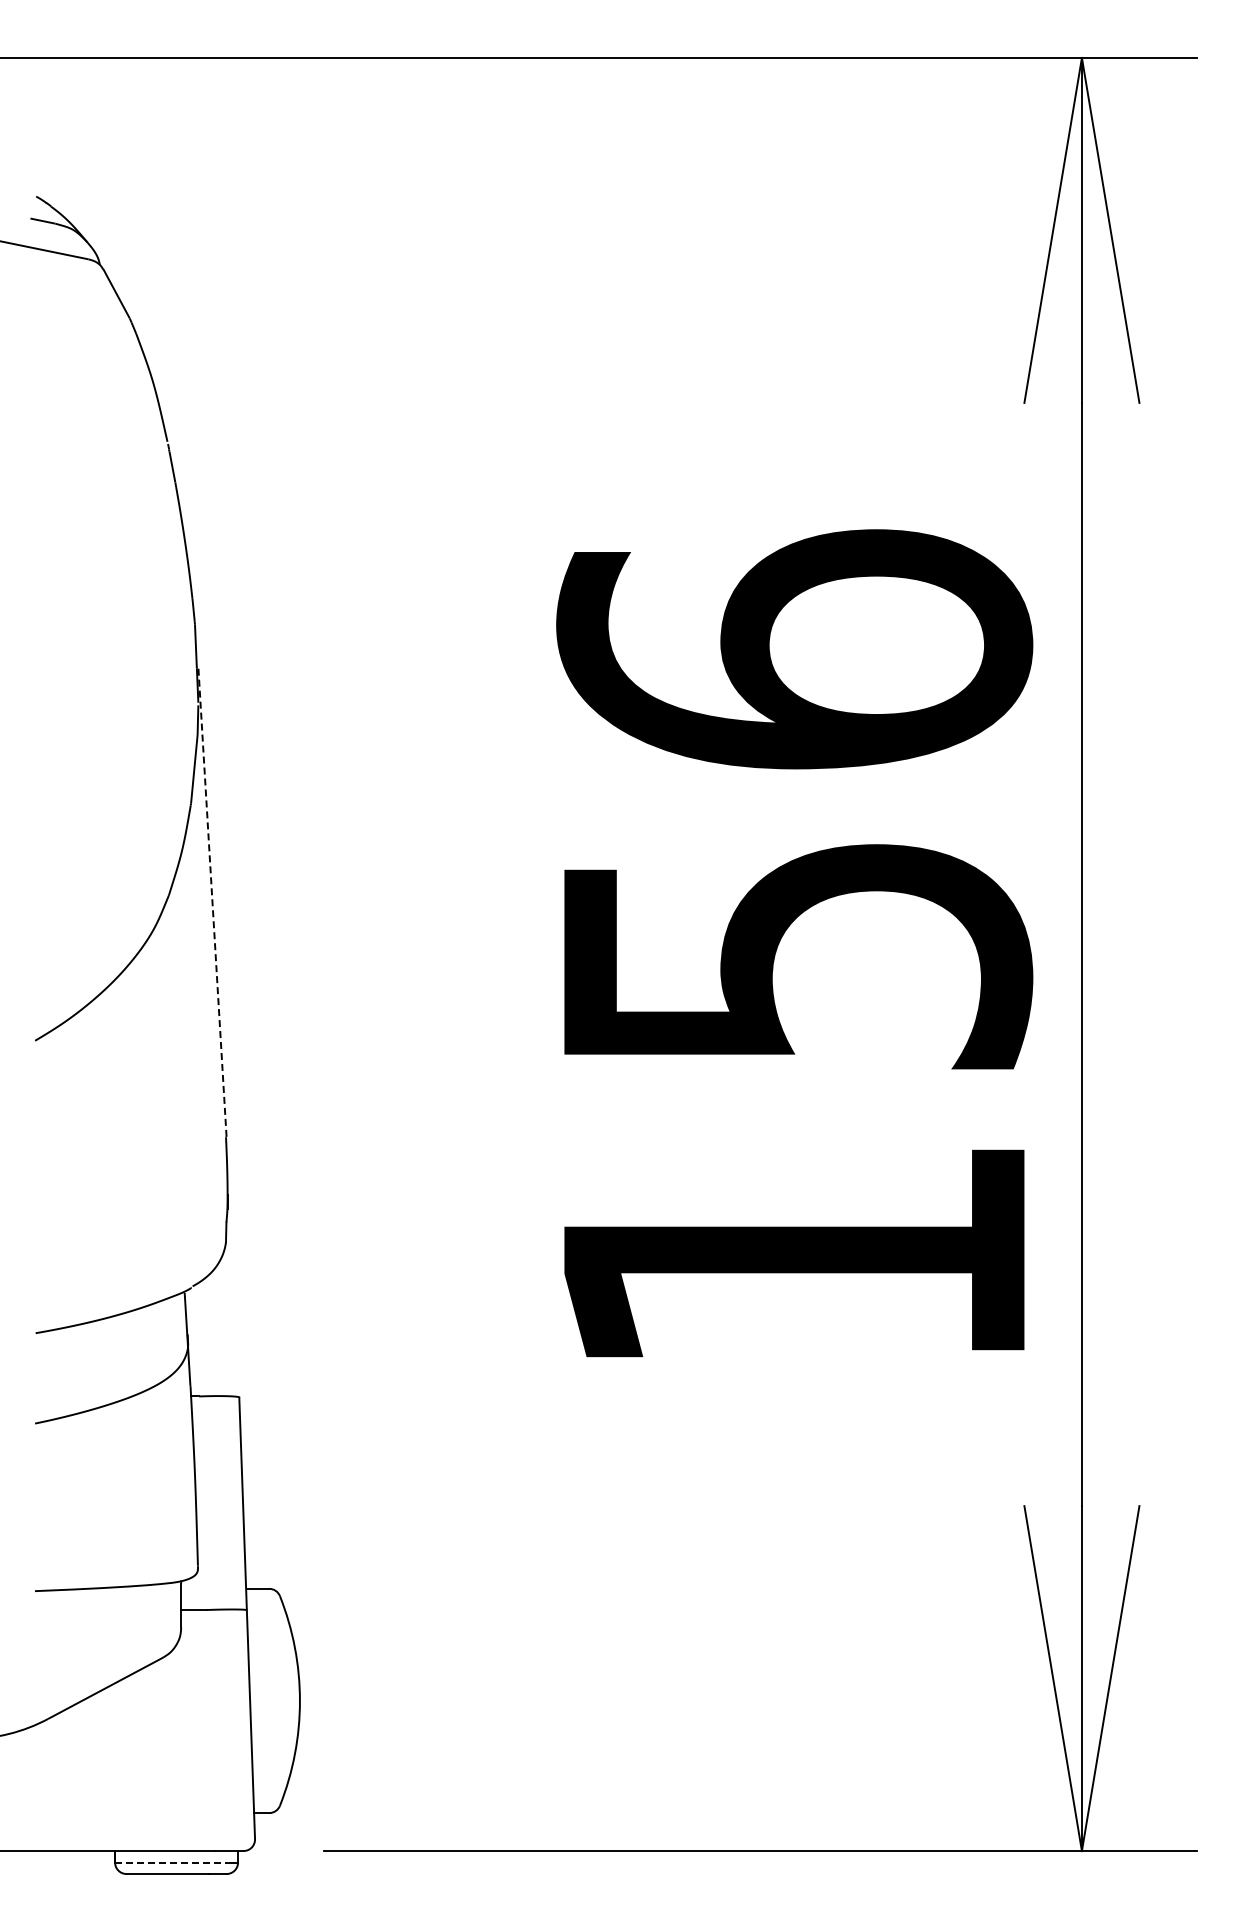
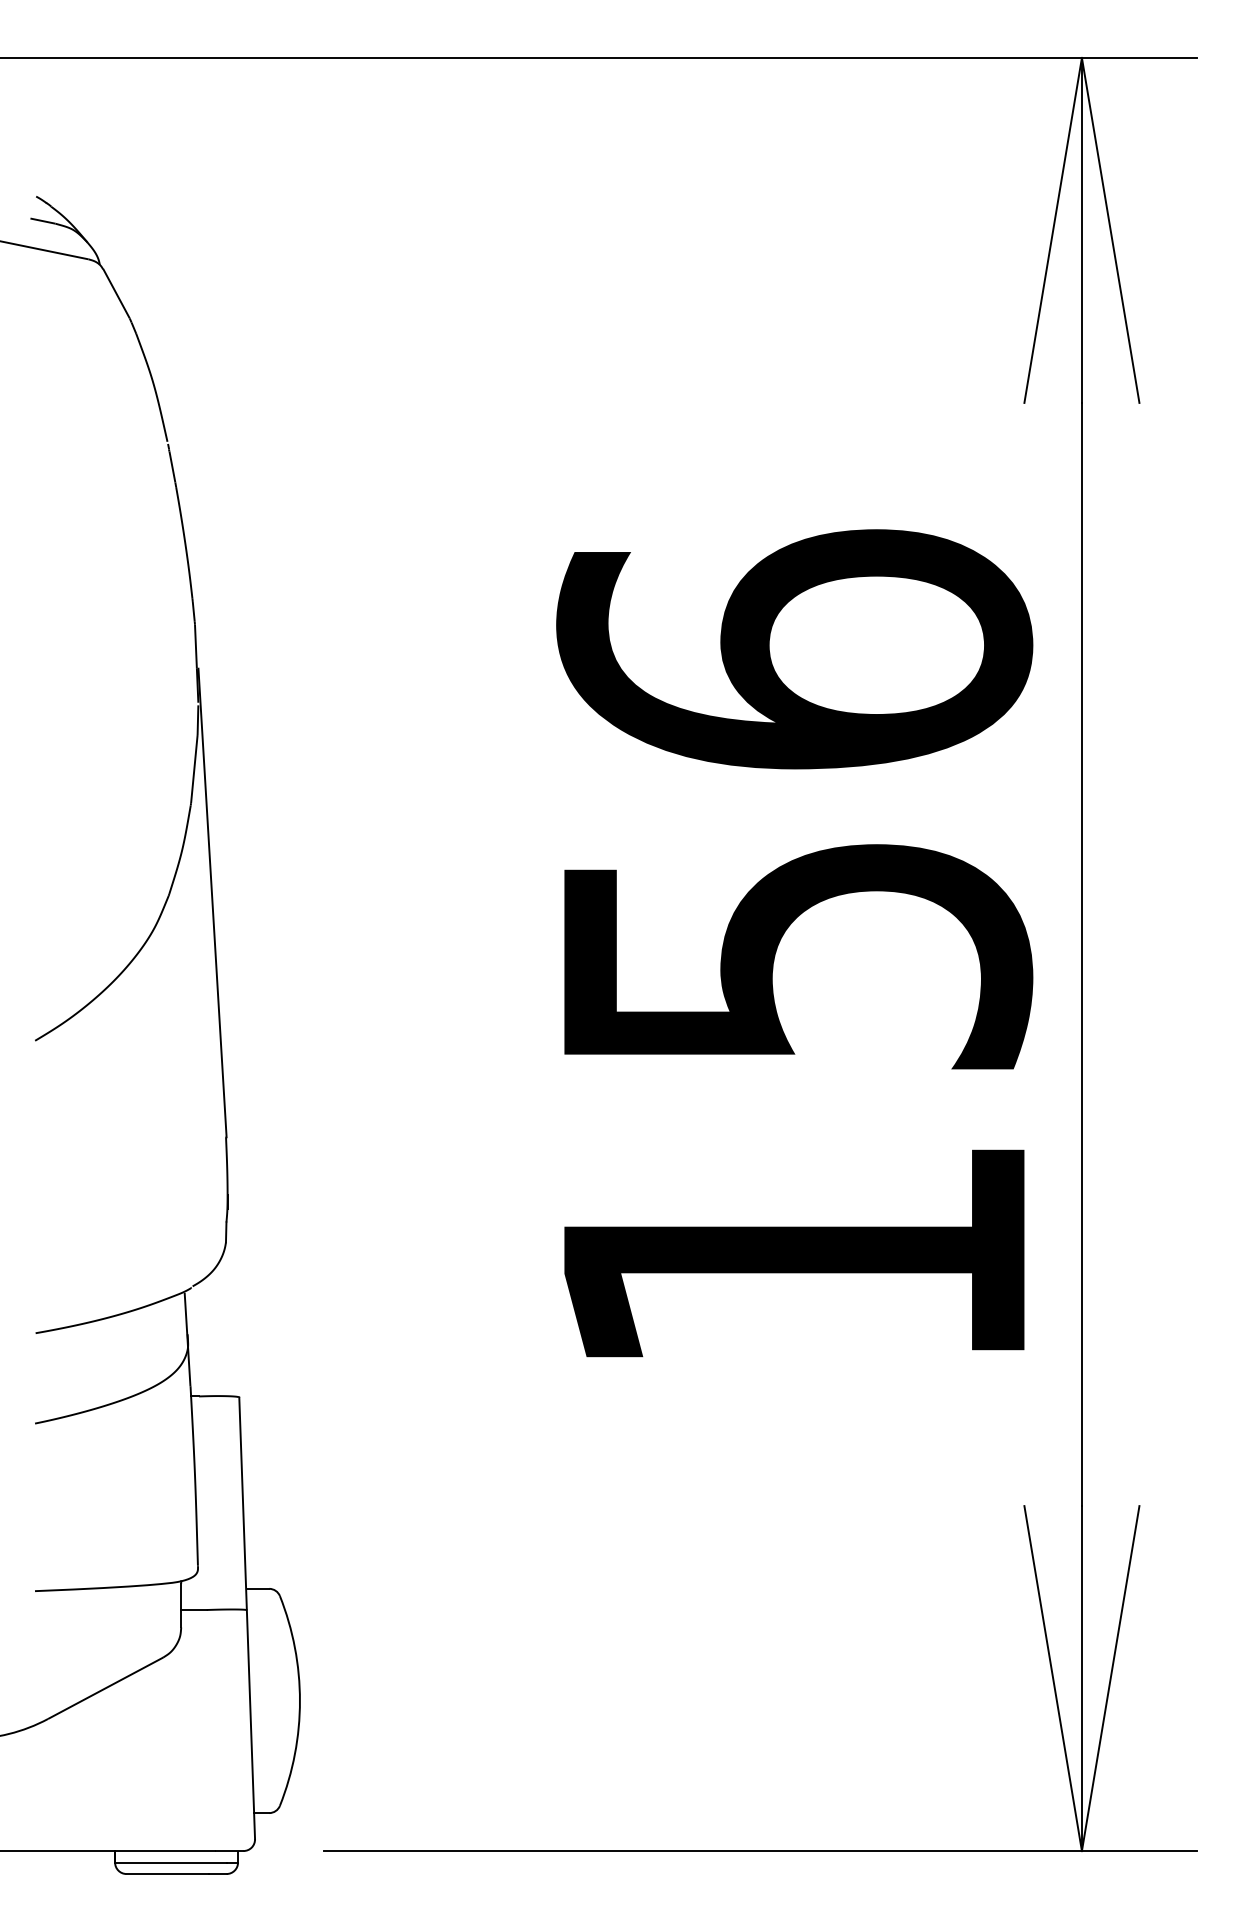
line at (212, 903): dashed -> solid
line at (170, 1862): dashed -> solid
